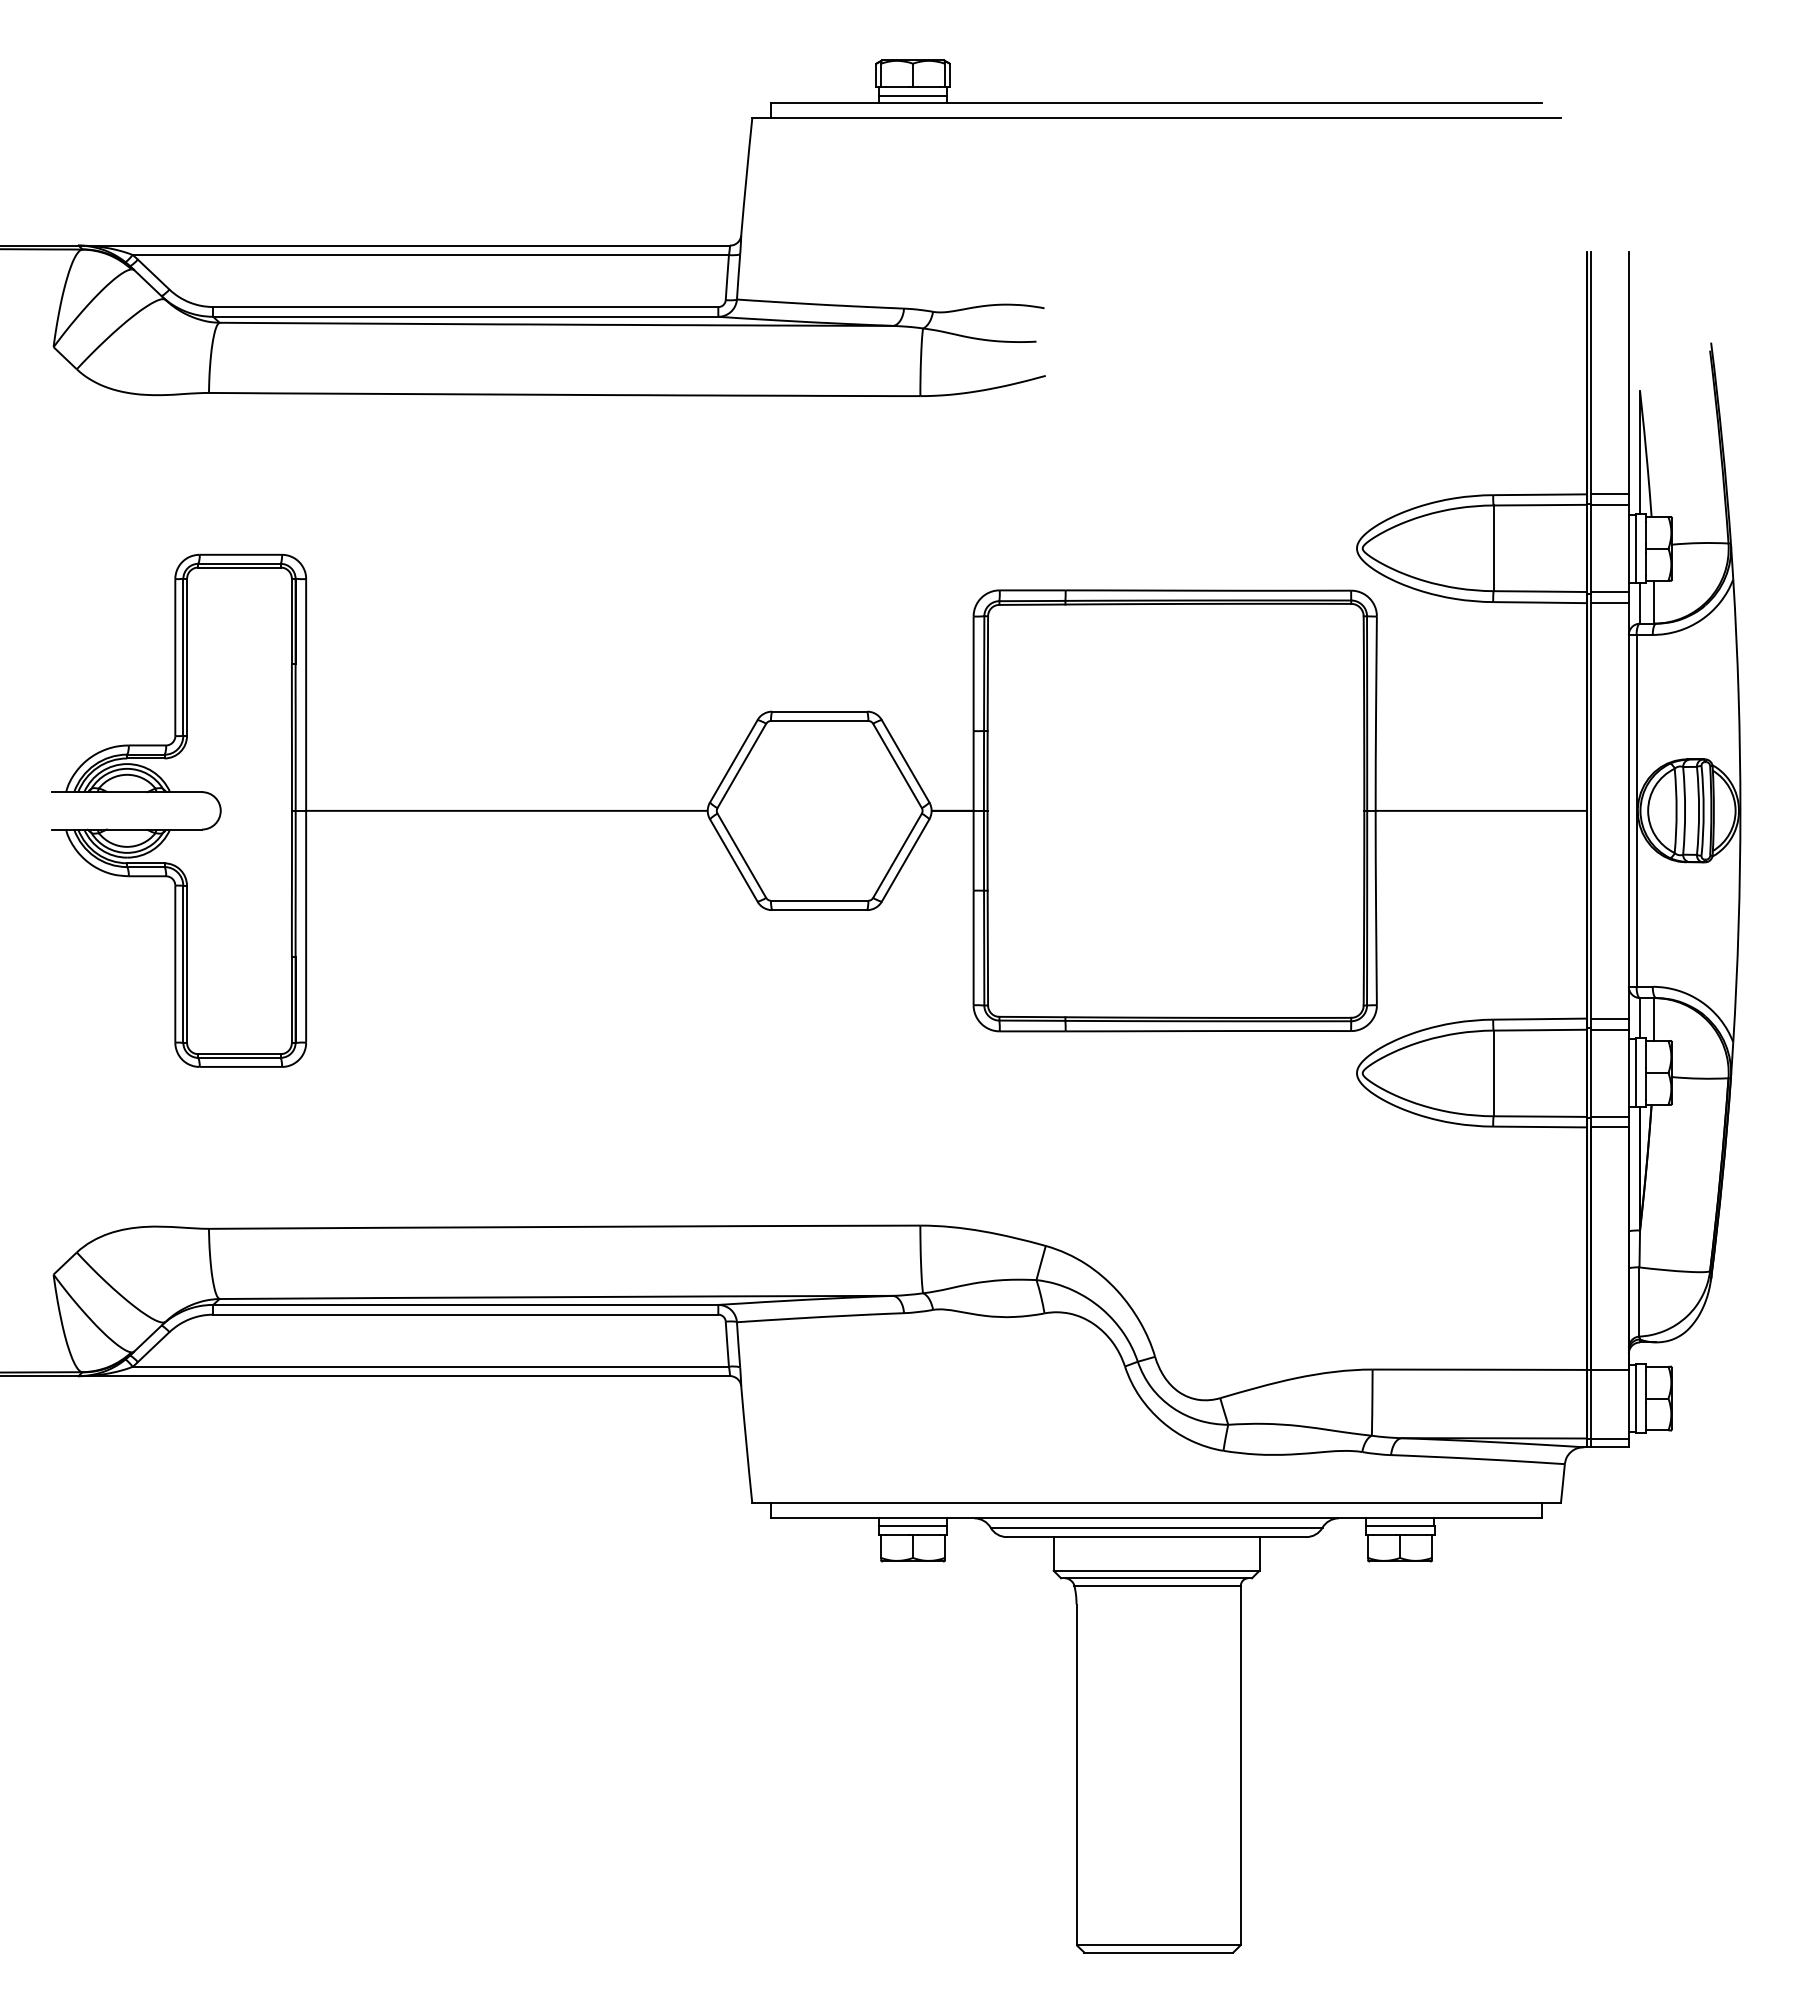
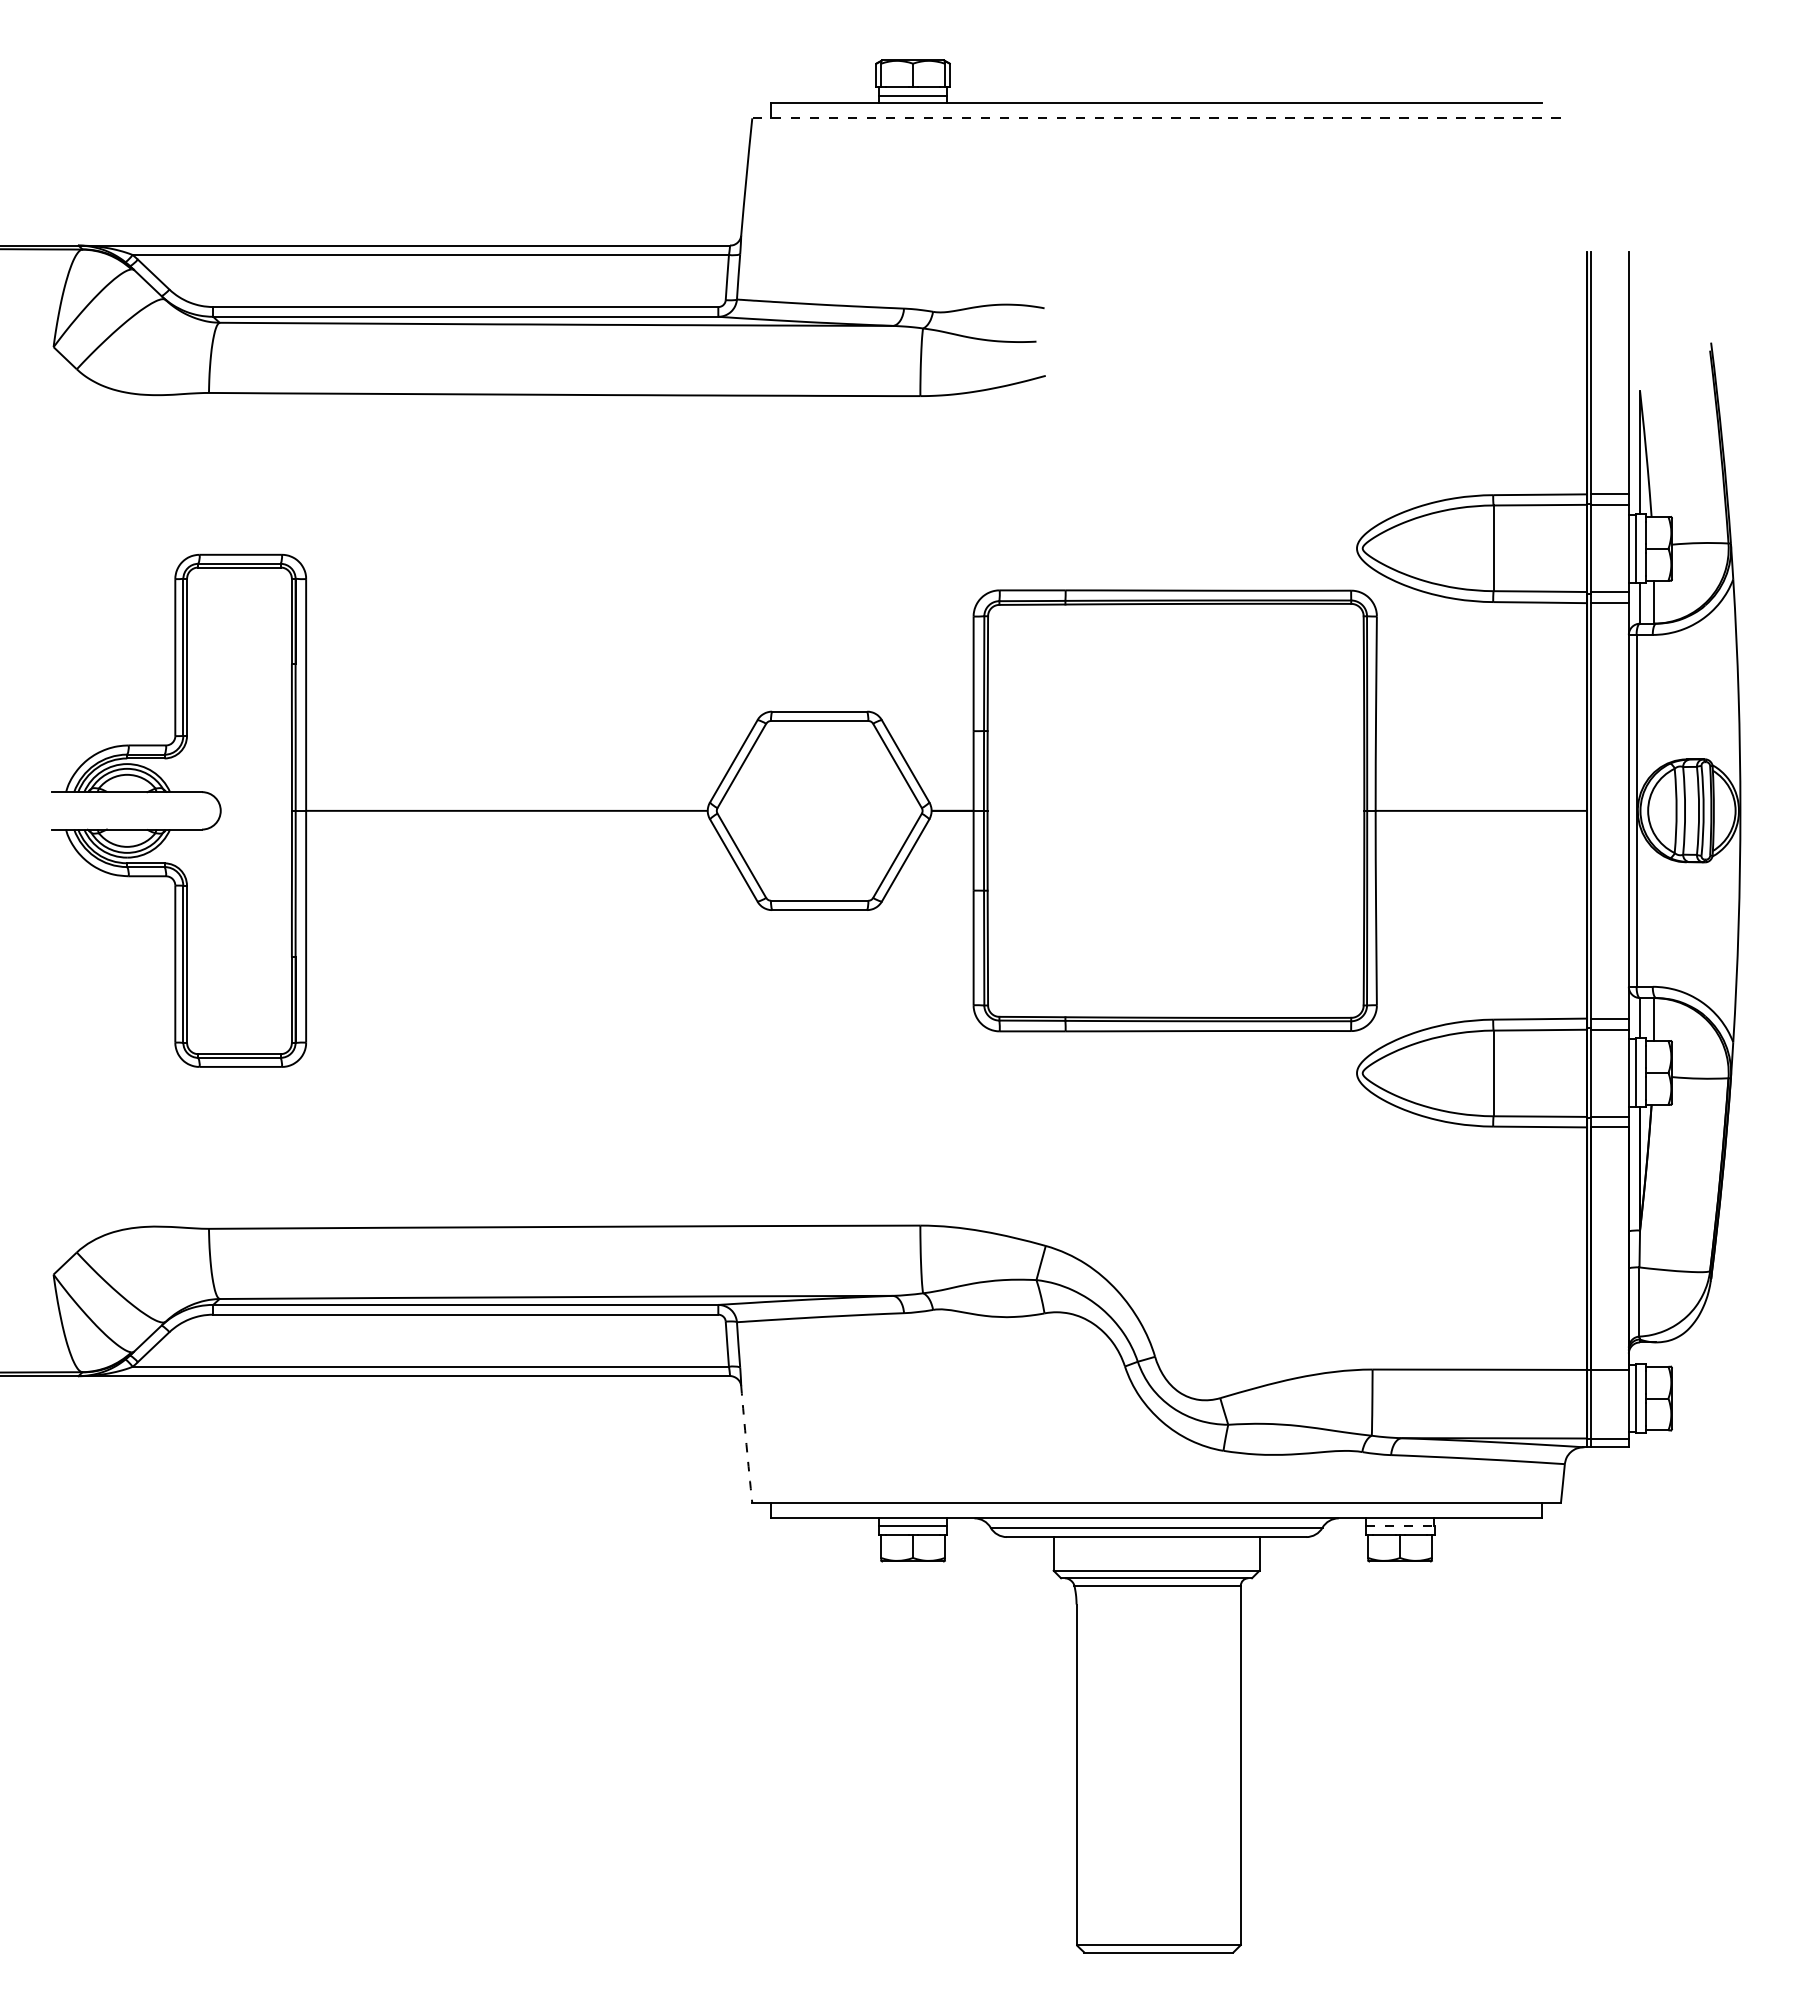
line at (1156, 118): solid -> dashed
arc at (746, 1444): solid -> dashed
line at (1400, 1525): solid -> dashed
